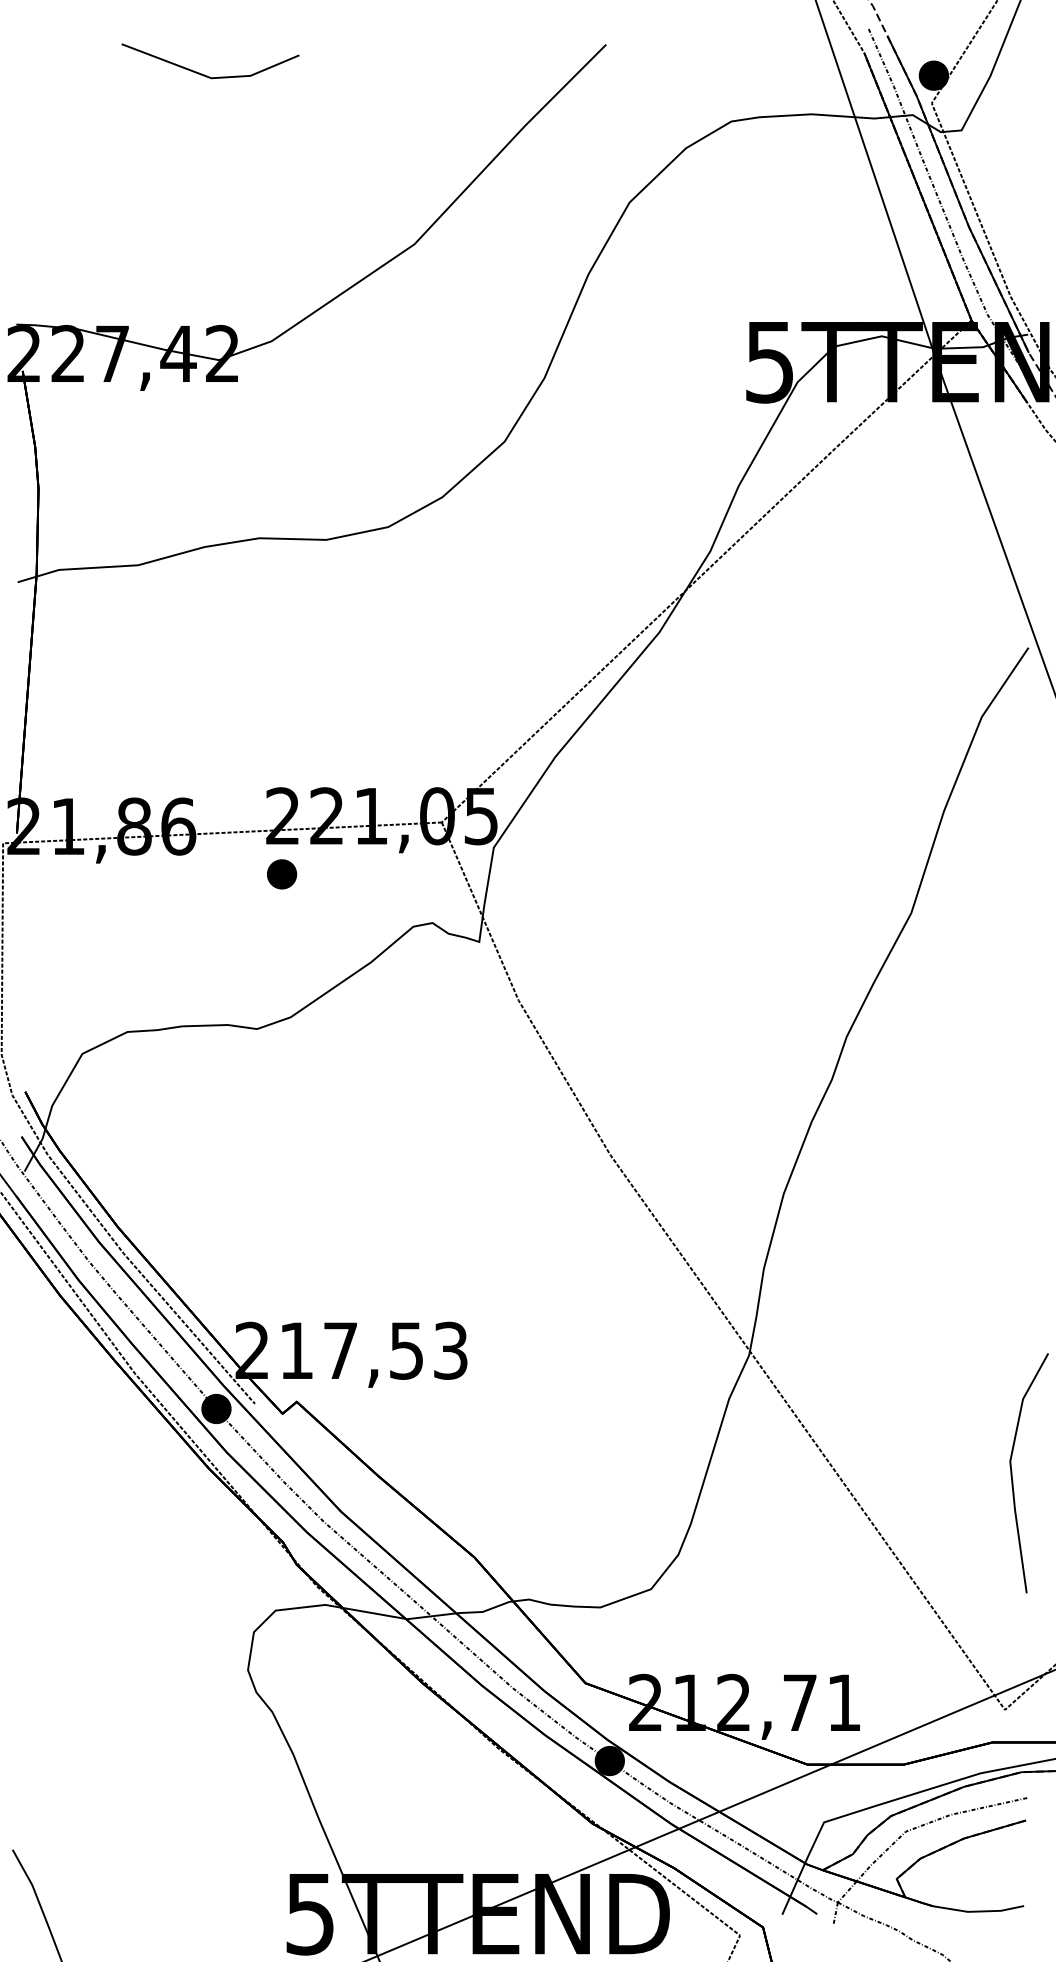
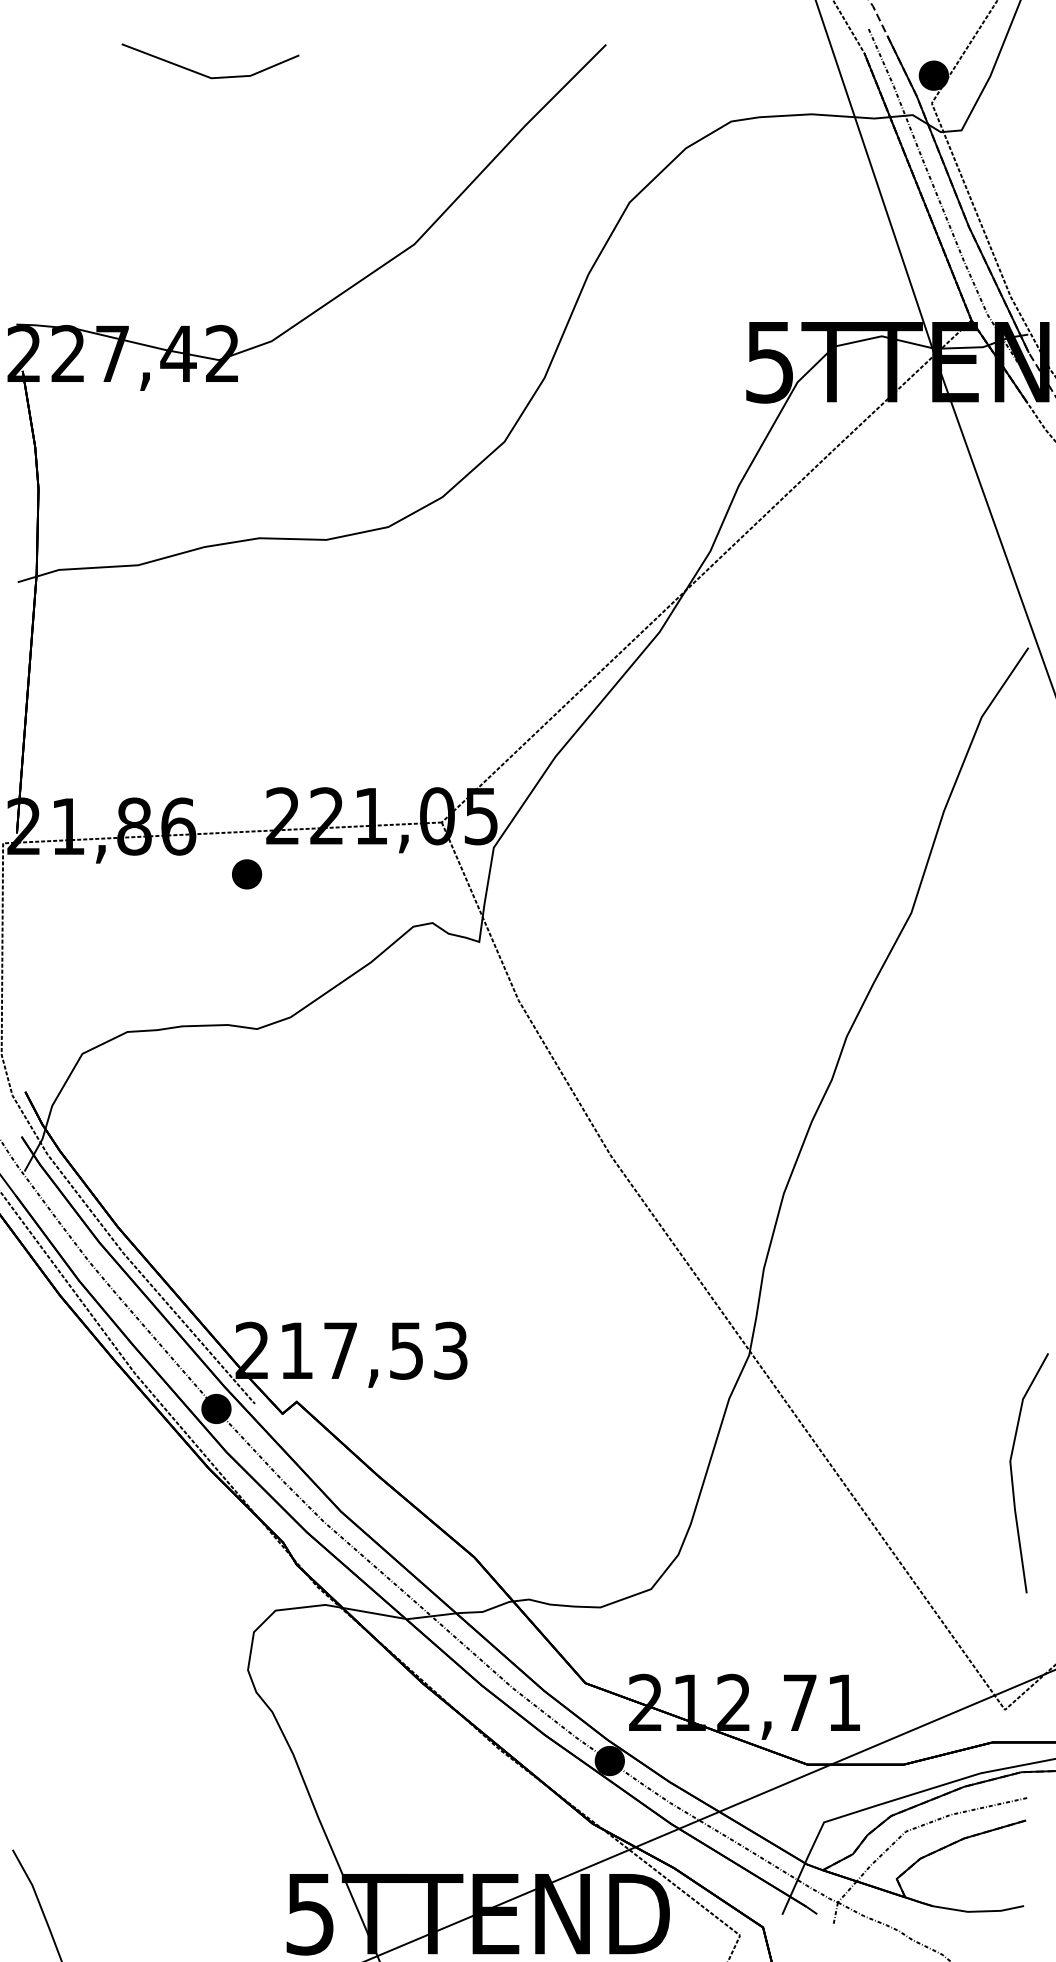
part at (282, 874) position: (282, 874) -> (247, 874)
